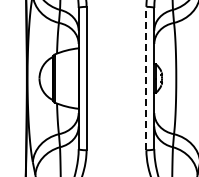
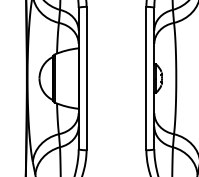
line at (146, 78): dashed -> solid
